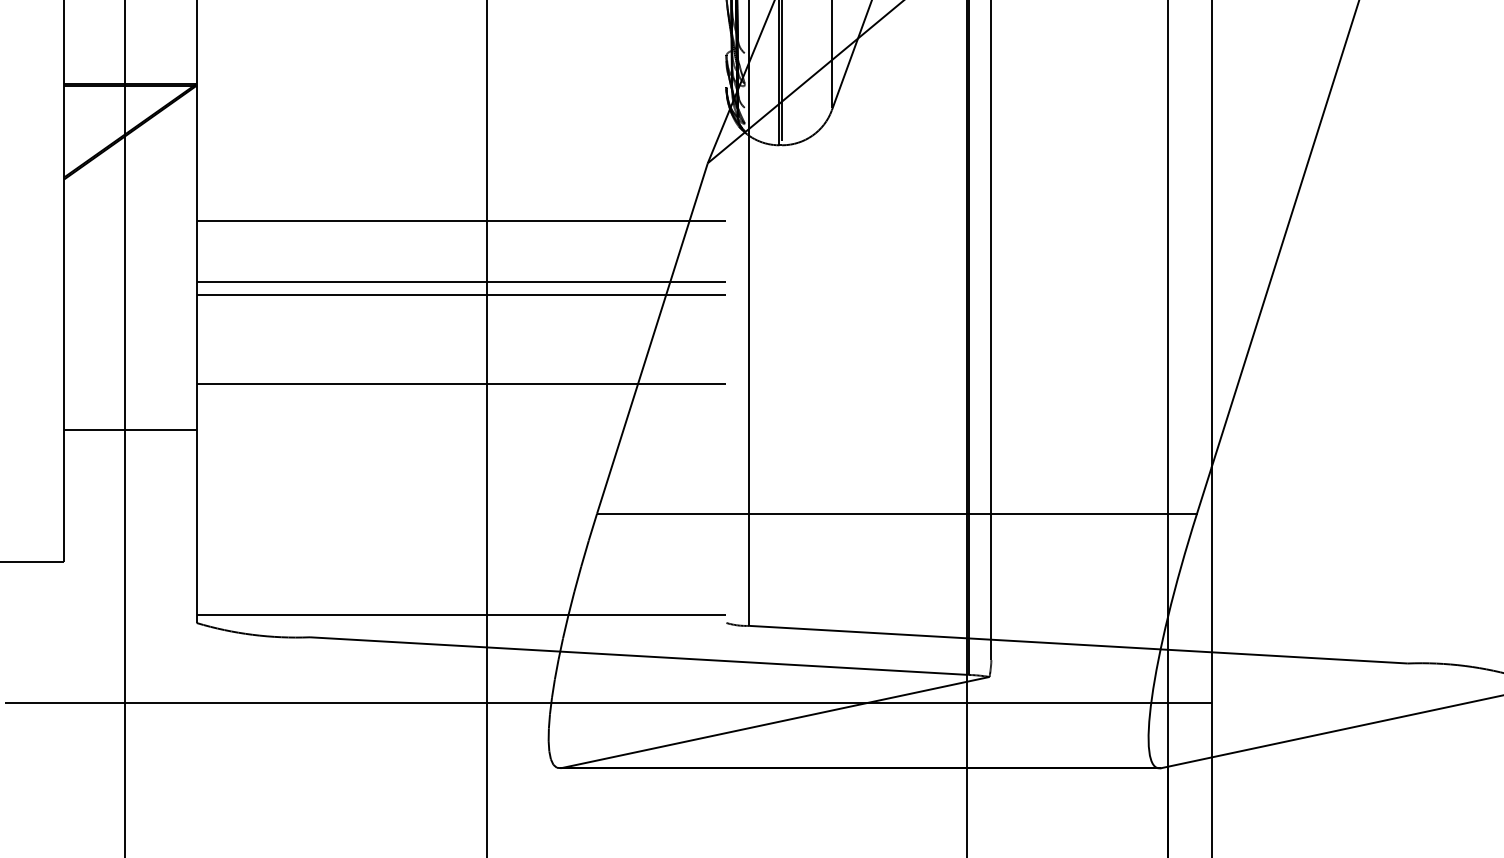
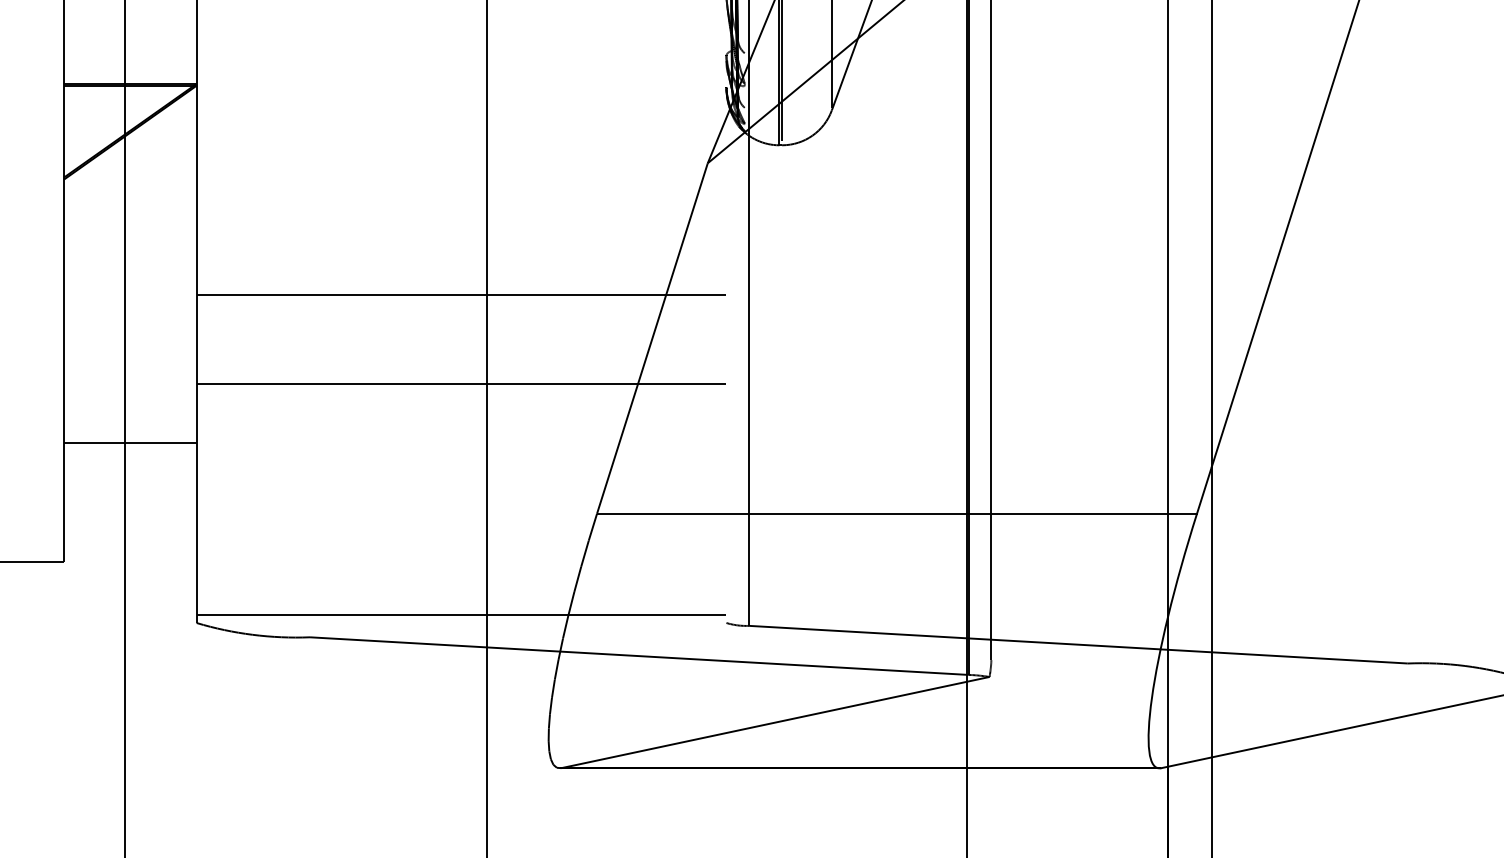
line at (461, 221): present -> none
line at (461, 281): present -> none
line at (130, 430) position: (130, 430) -> (130, 443)
line at (608, 702): present -> none
